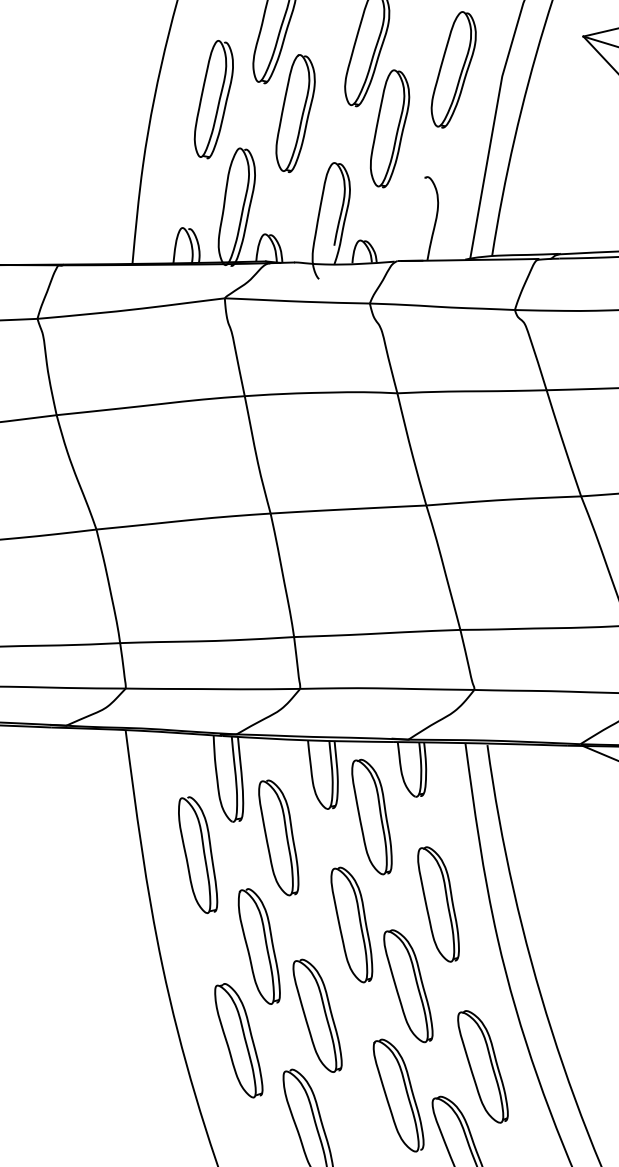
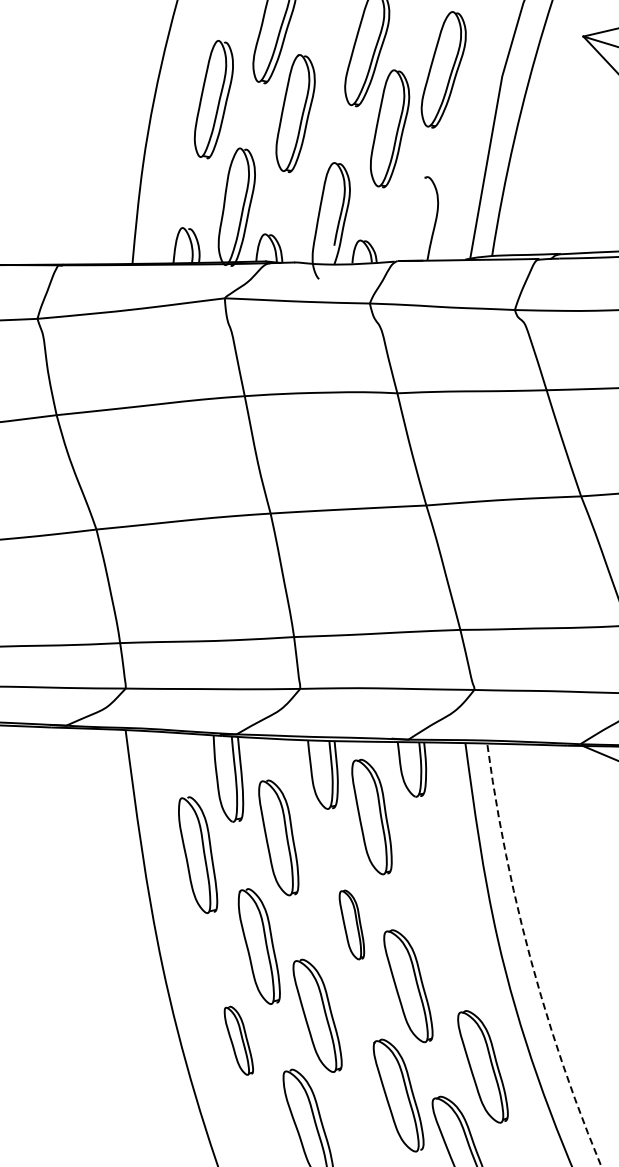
part at (453, 69) position: (453, 69) -> (443, 69)
part at (438, 904): present -> none
part at (351, 924) size: 44x118 px -> 28x72 px
arc at (531, 961): solid -> dashed
part at (238, 1040) size: 50x116 px -> 31x71 px
